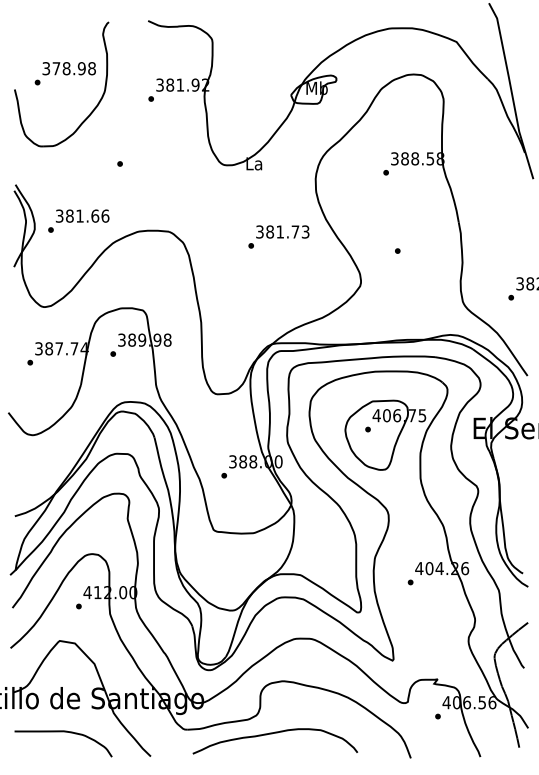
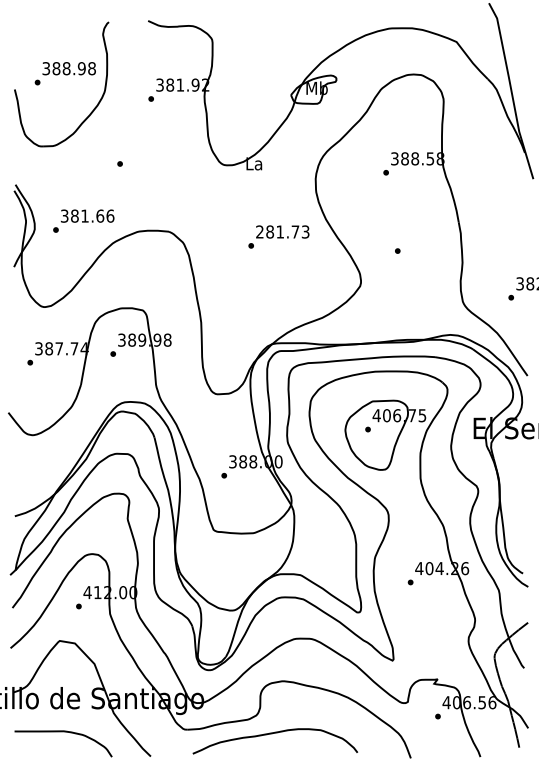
text at (56, 68): 378.98 -> 388.98
text at (78, 220) position: (78, 220) -> (83, 220)
text at (259, 231): 381.73 -> 281.73
